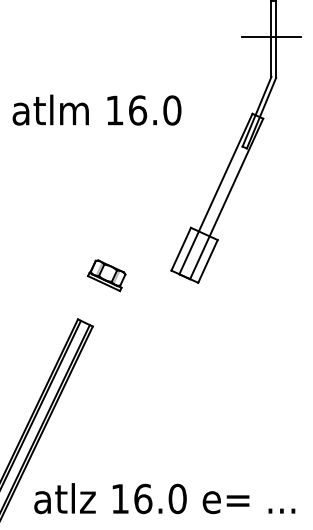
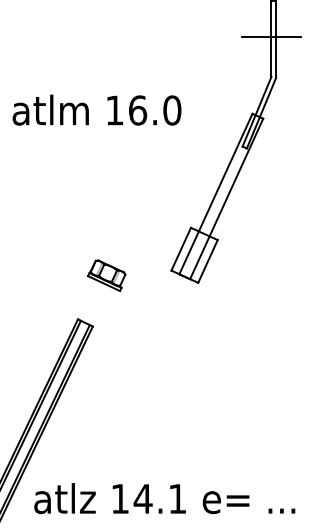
text at (159, 498): 16.0 -> 14.1
